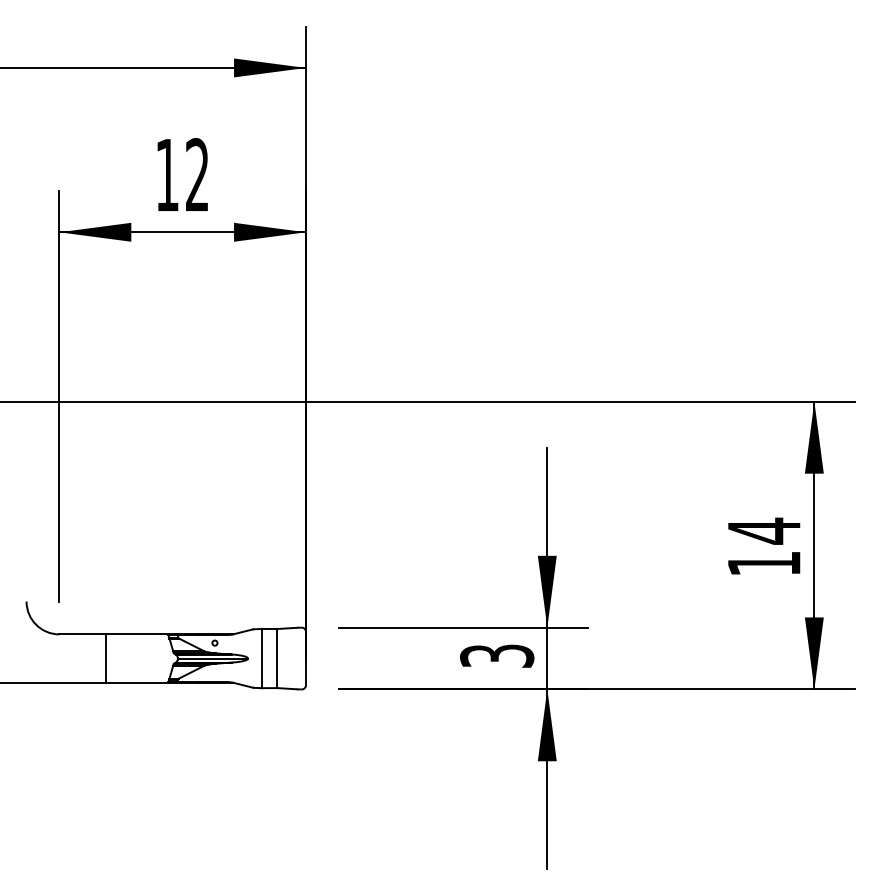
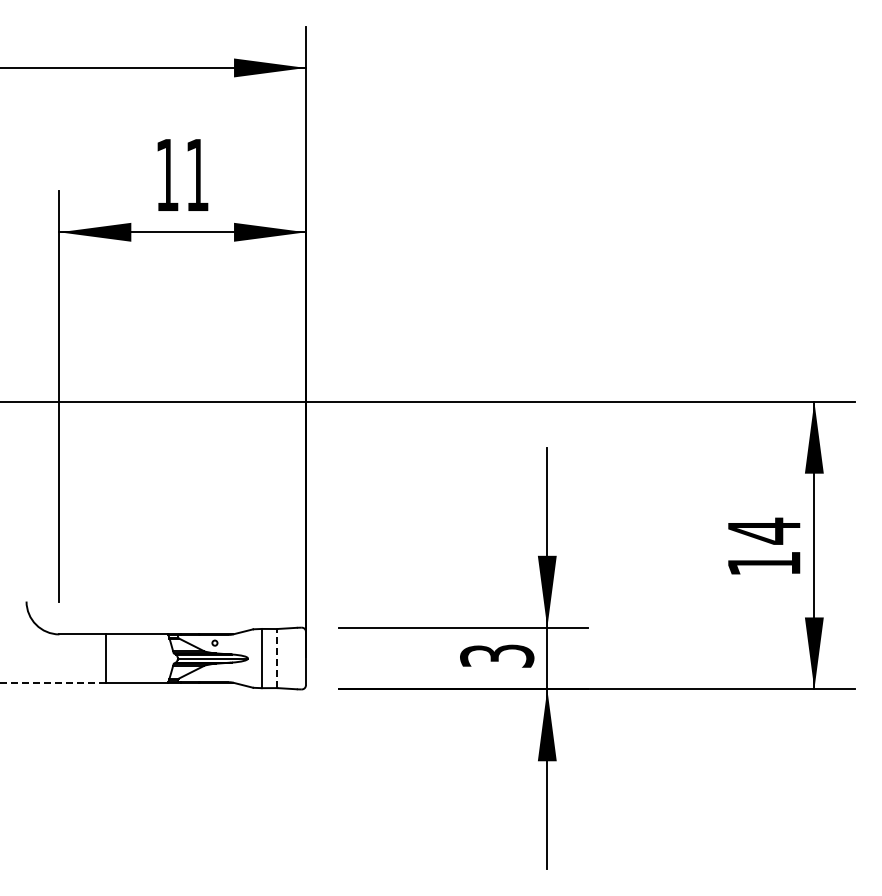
text at (197, 174): 12 -> 11
line at (277, 658): solid -> dashed
line at (52, 682): solid -> dashed
